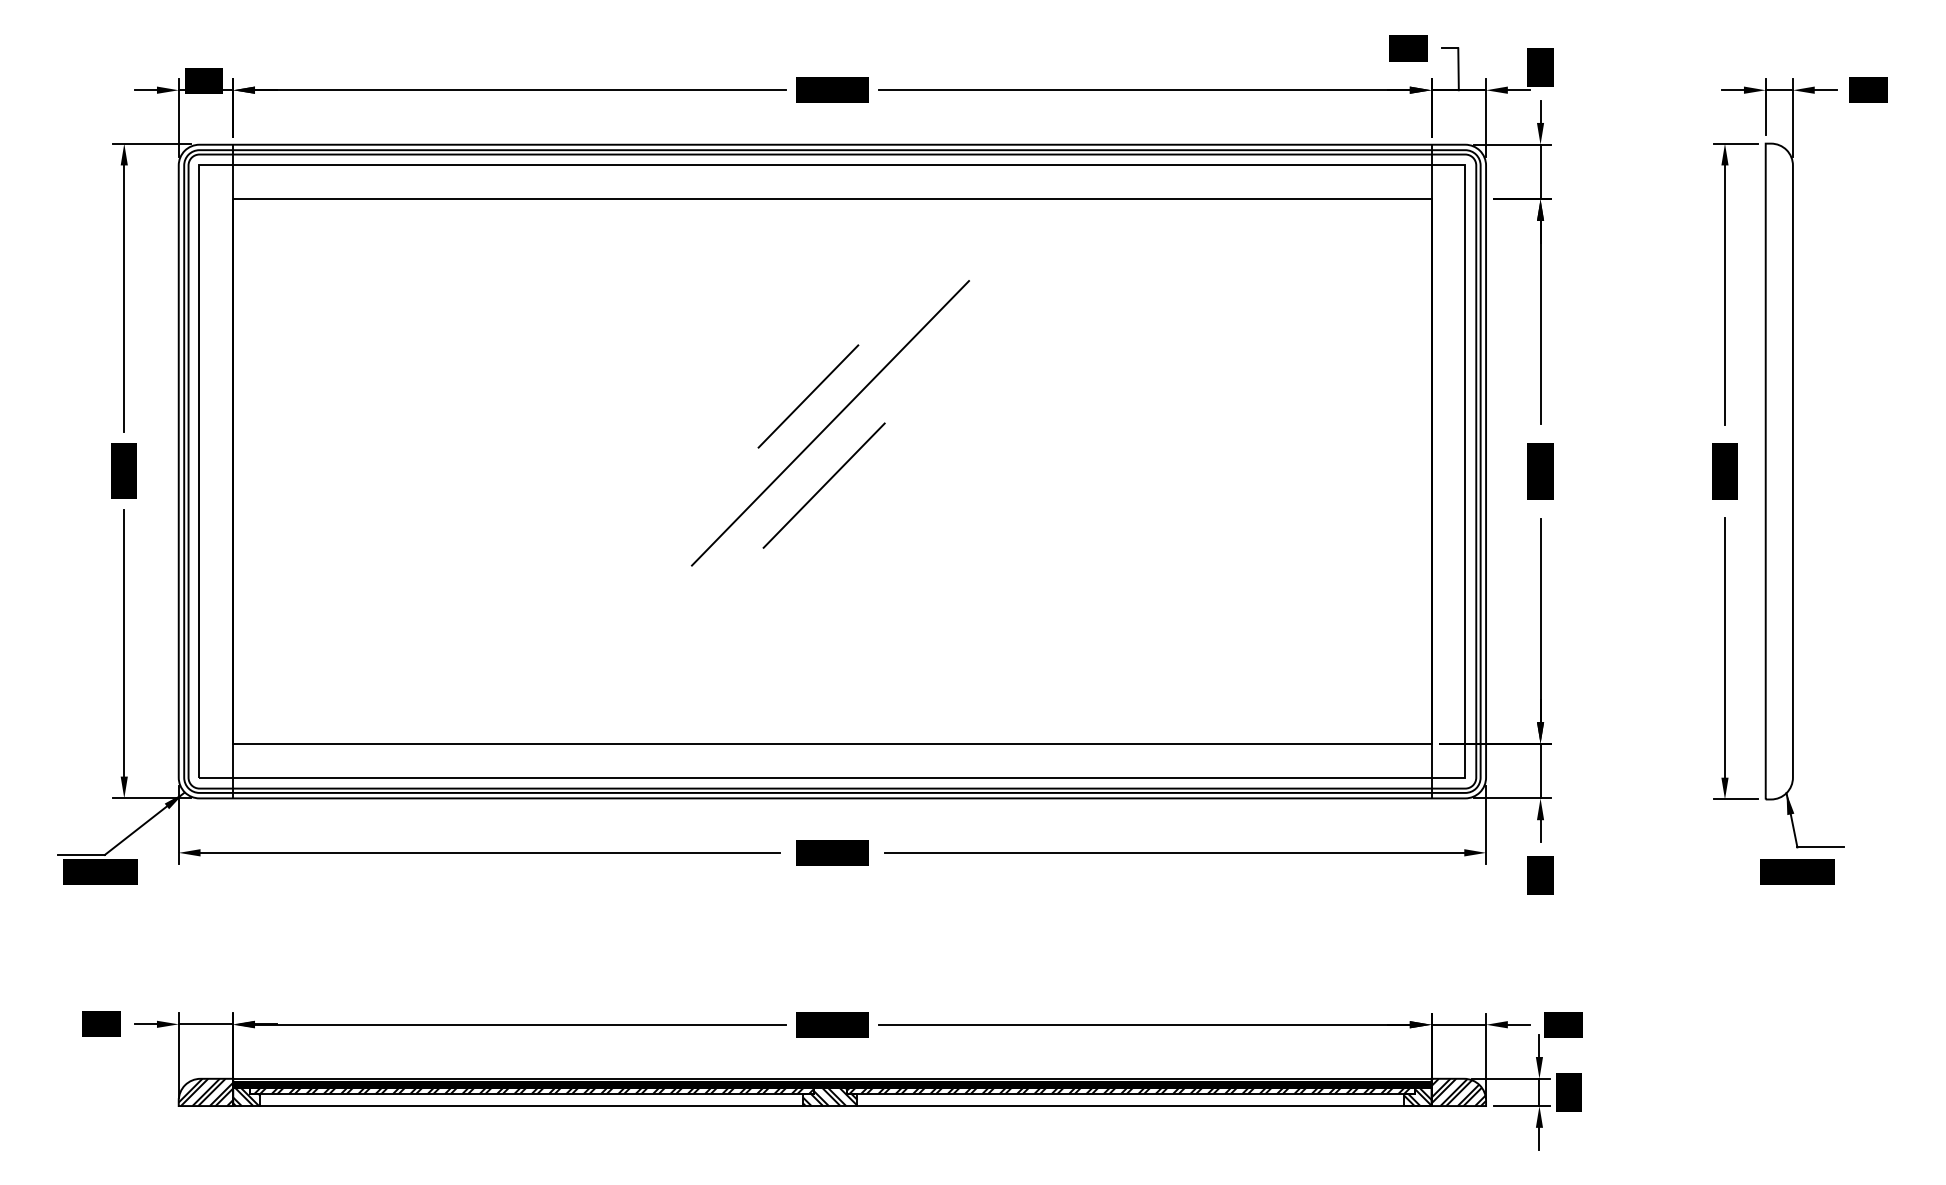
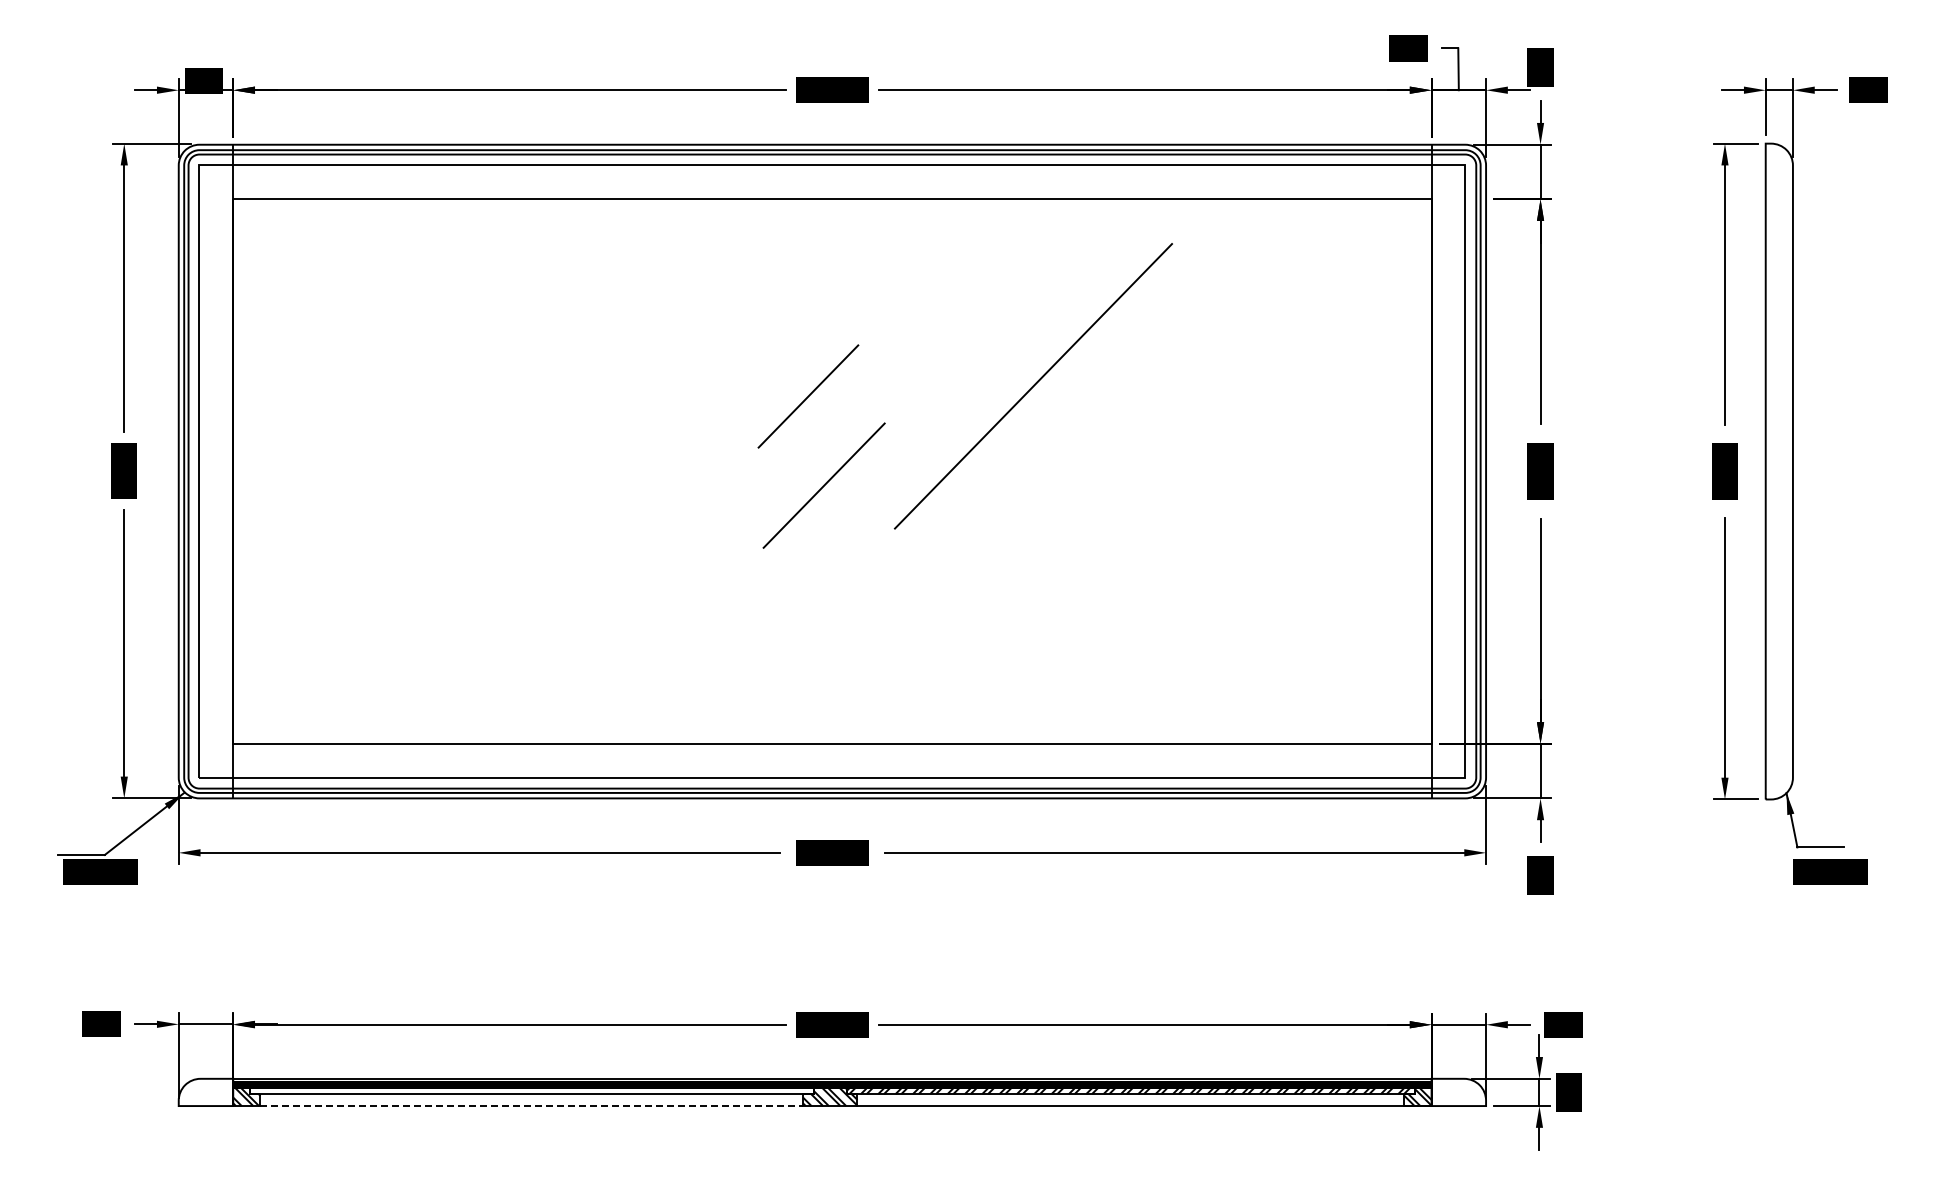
line at (829, 423) position: (829, 423) -> (1032, 386)
text at (1797, 871) position: (1797, 871) -> (1830, 871)
hatch at (533, 1090): present -> none
hatch at (205, 1092): present -> none
hatch at (1458, 1092): present -> none
line at (532, 1106): solid -> dashed
